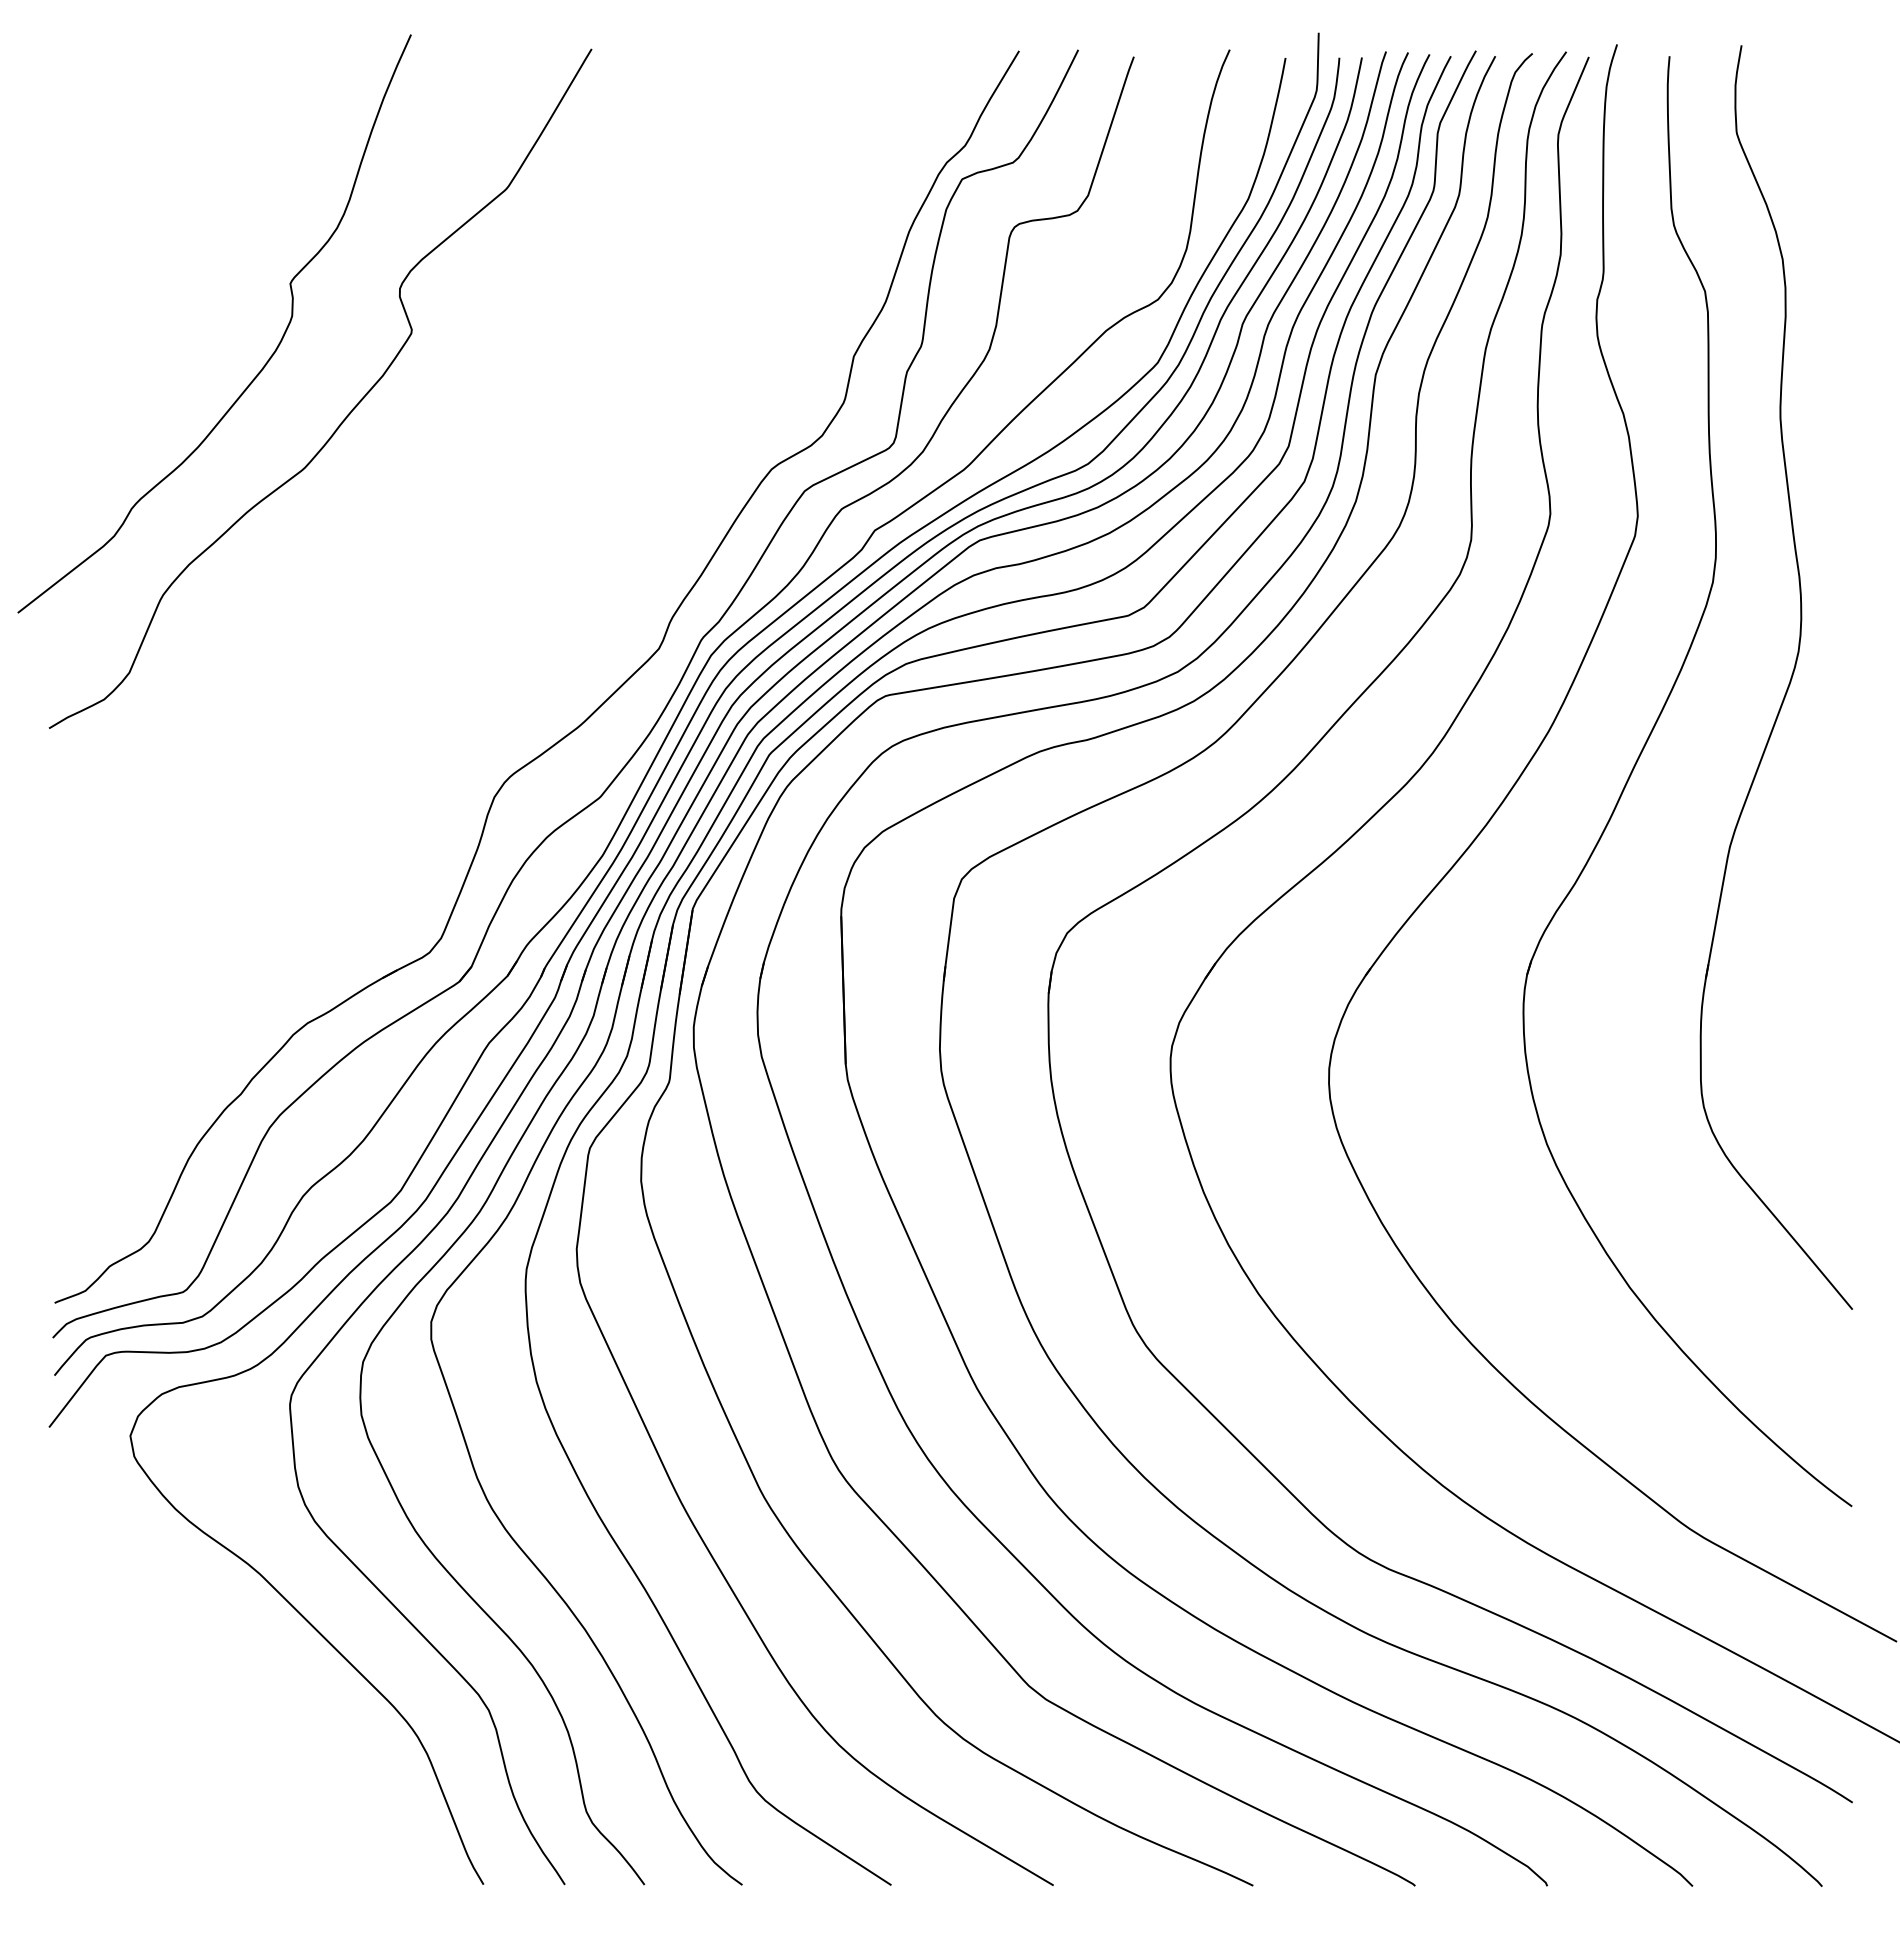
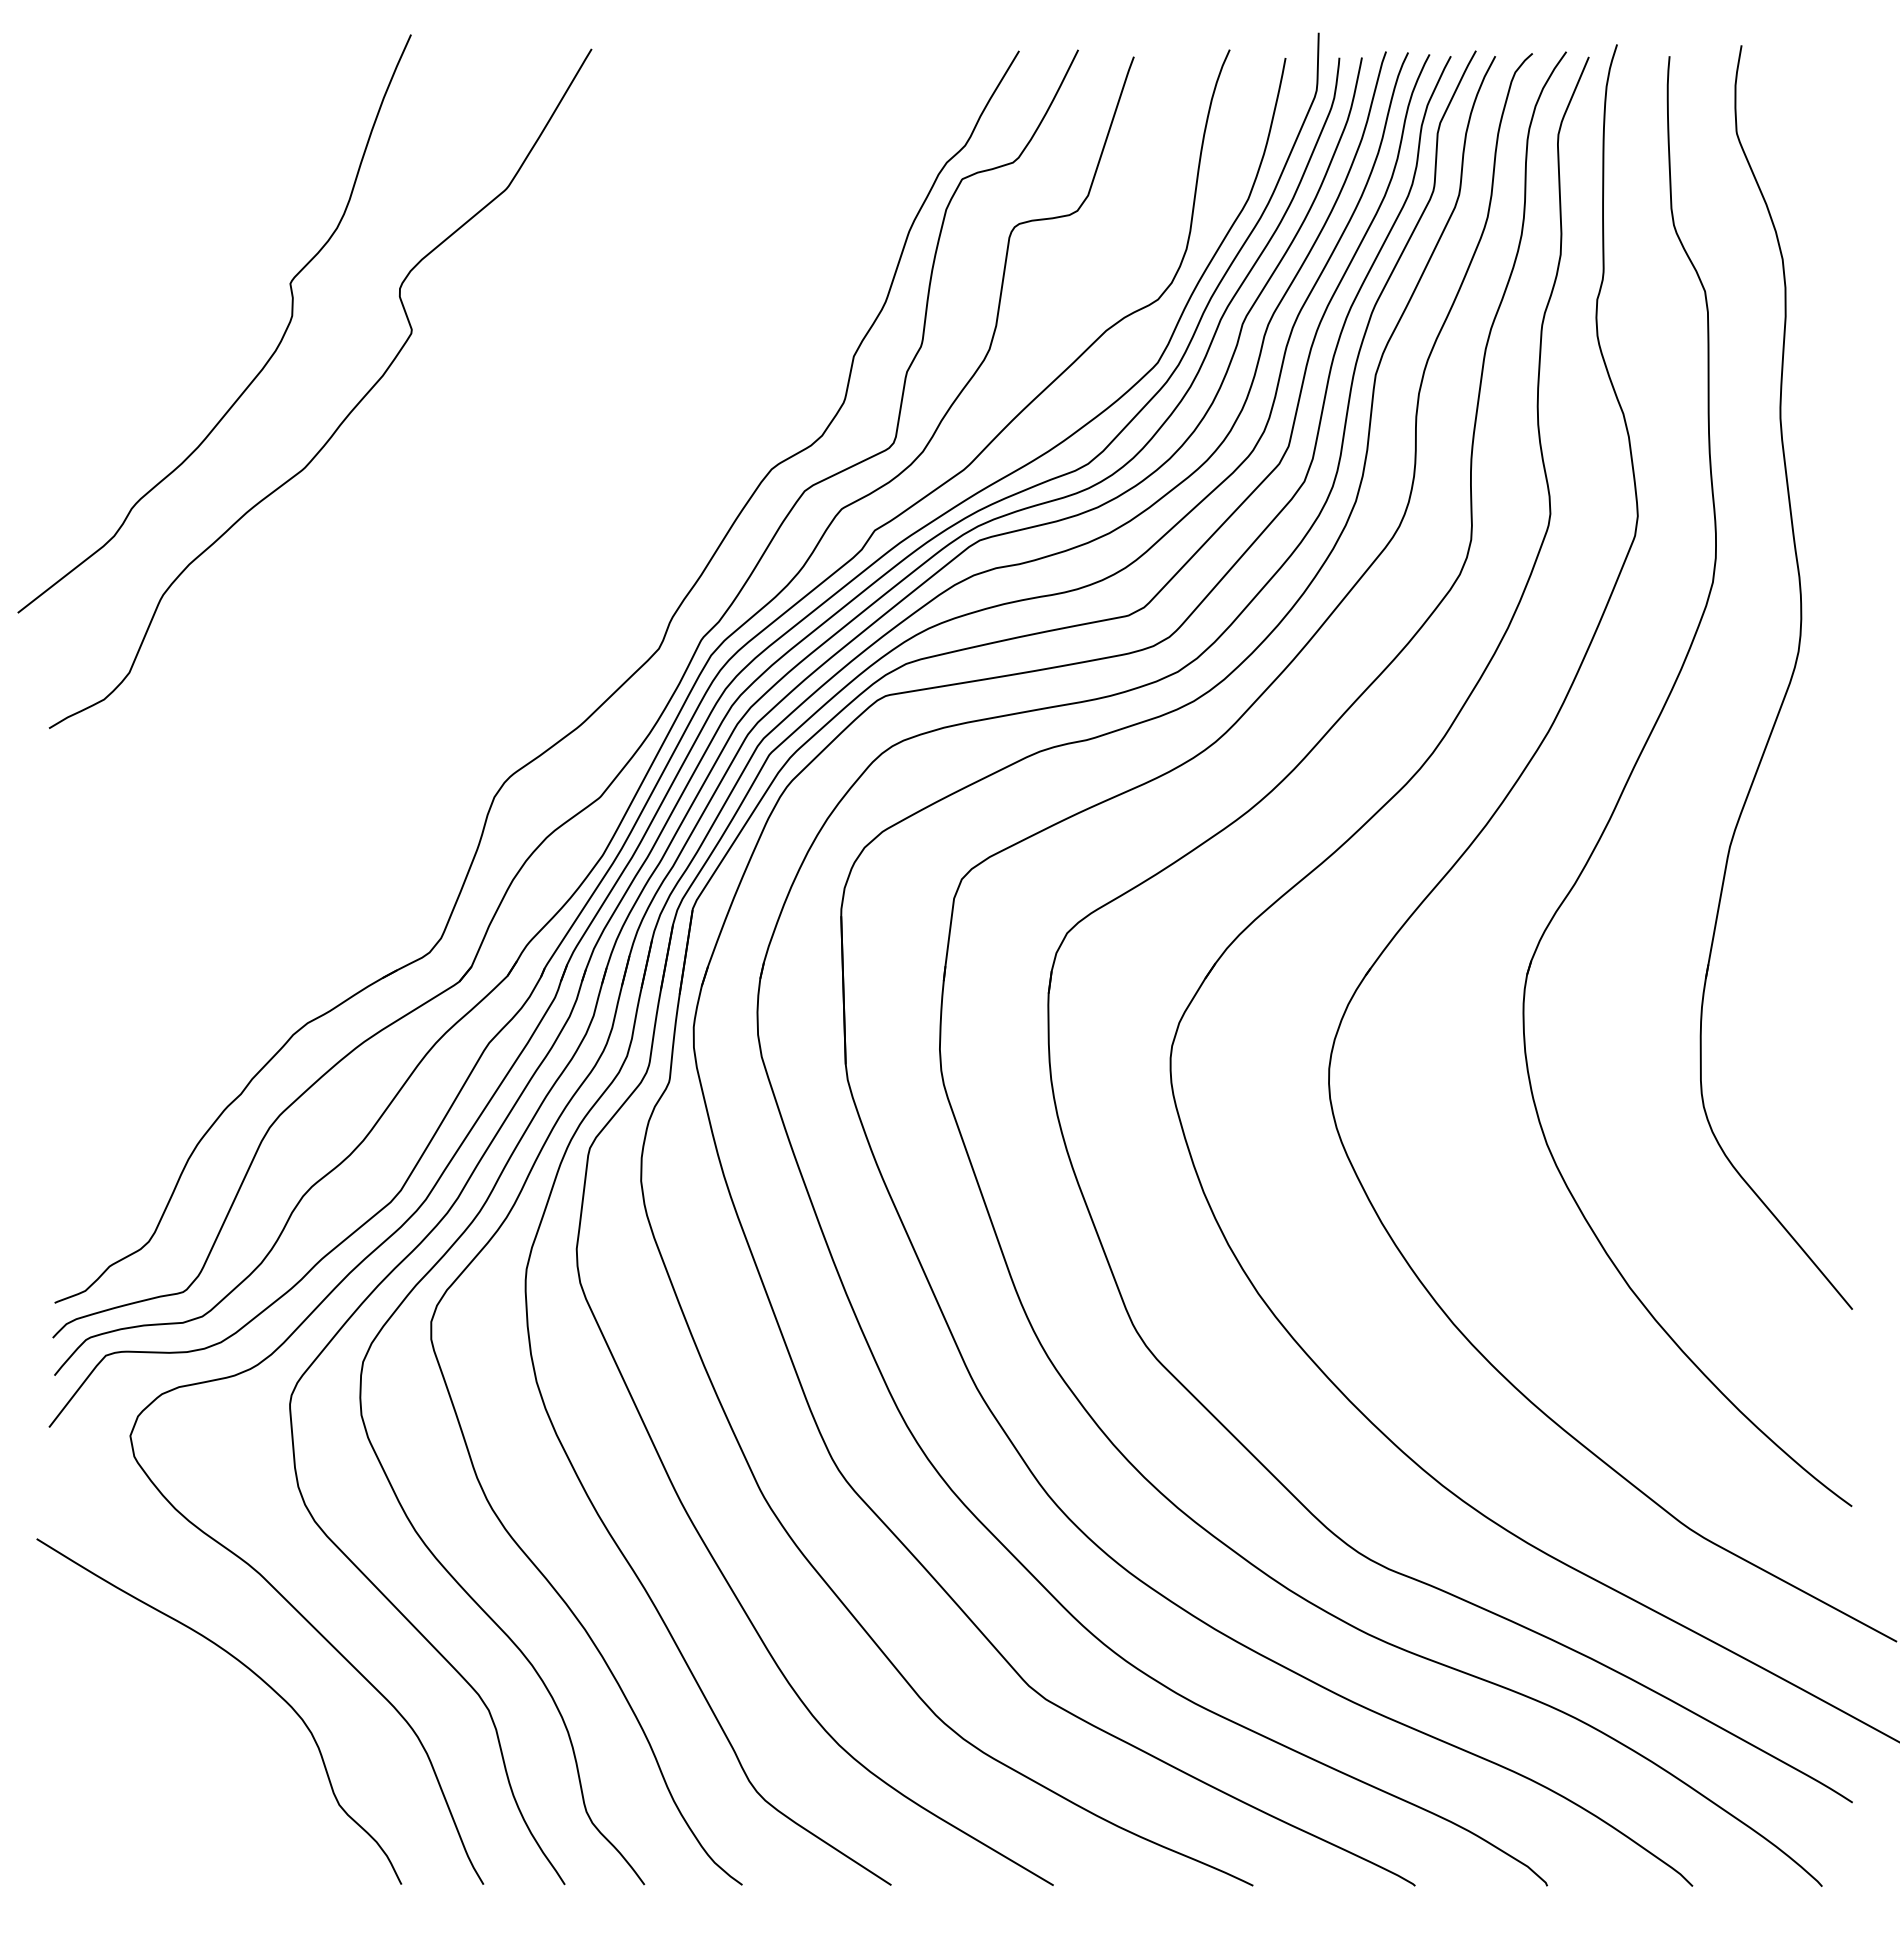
curve at (250, 1671): none -> present
